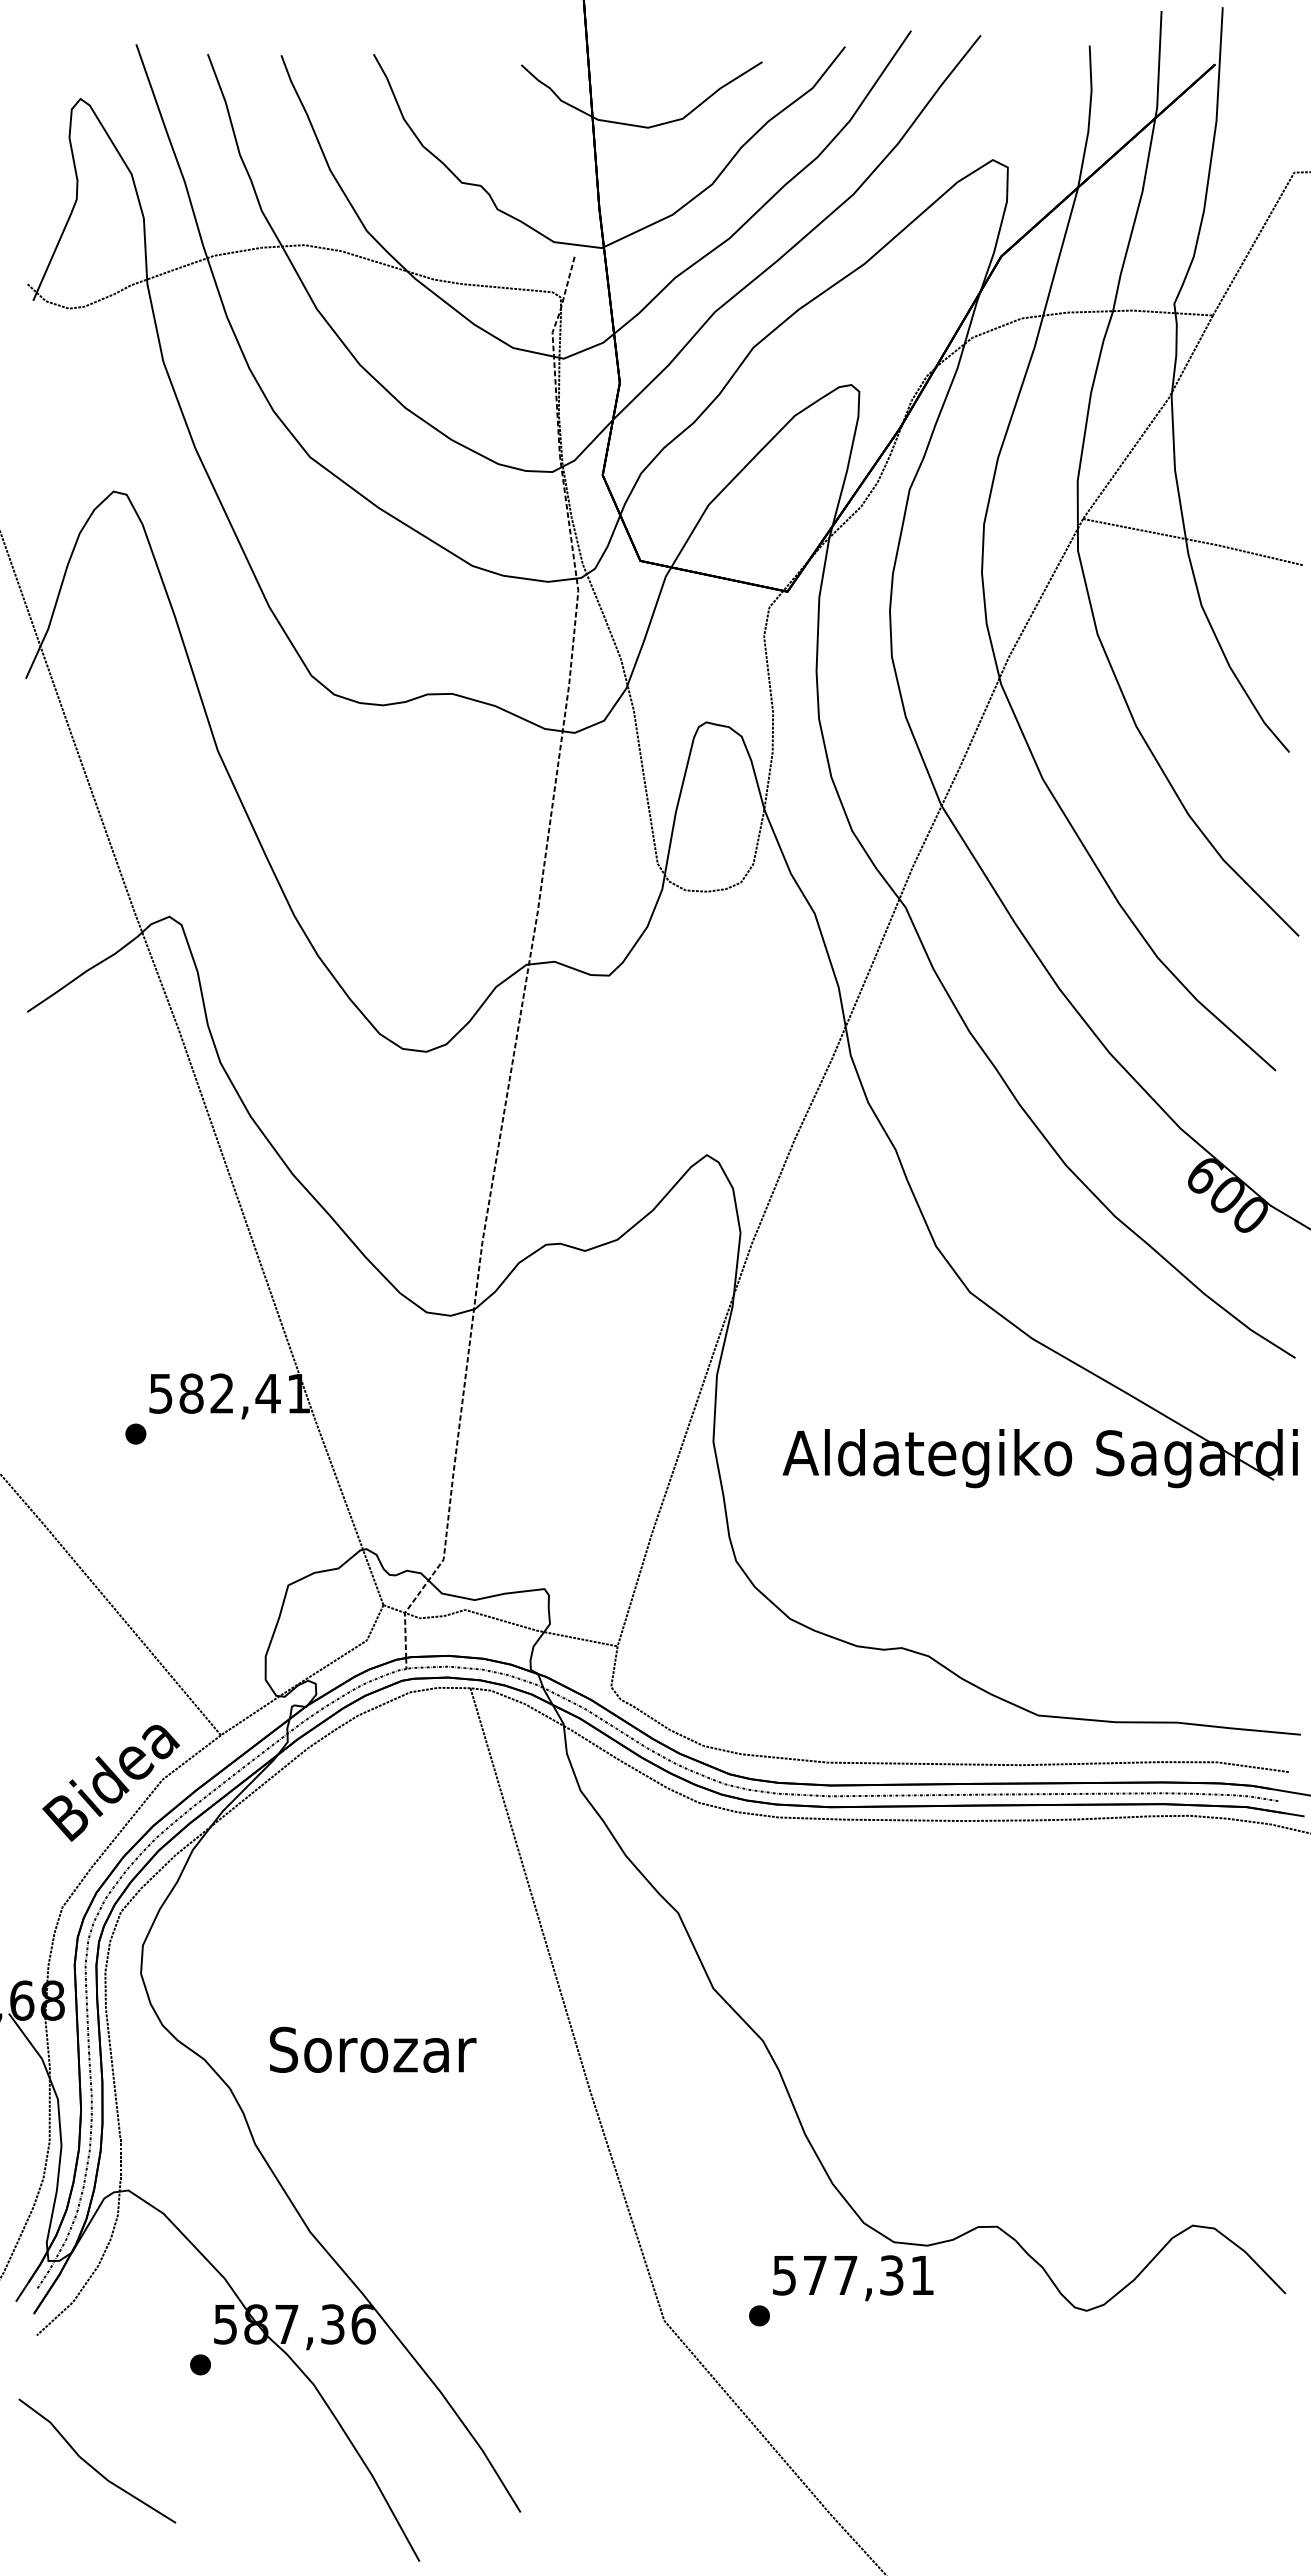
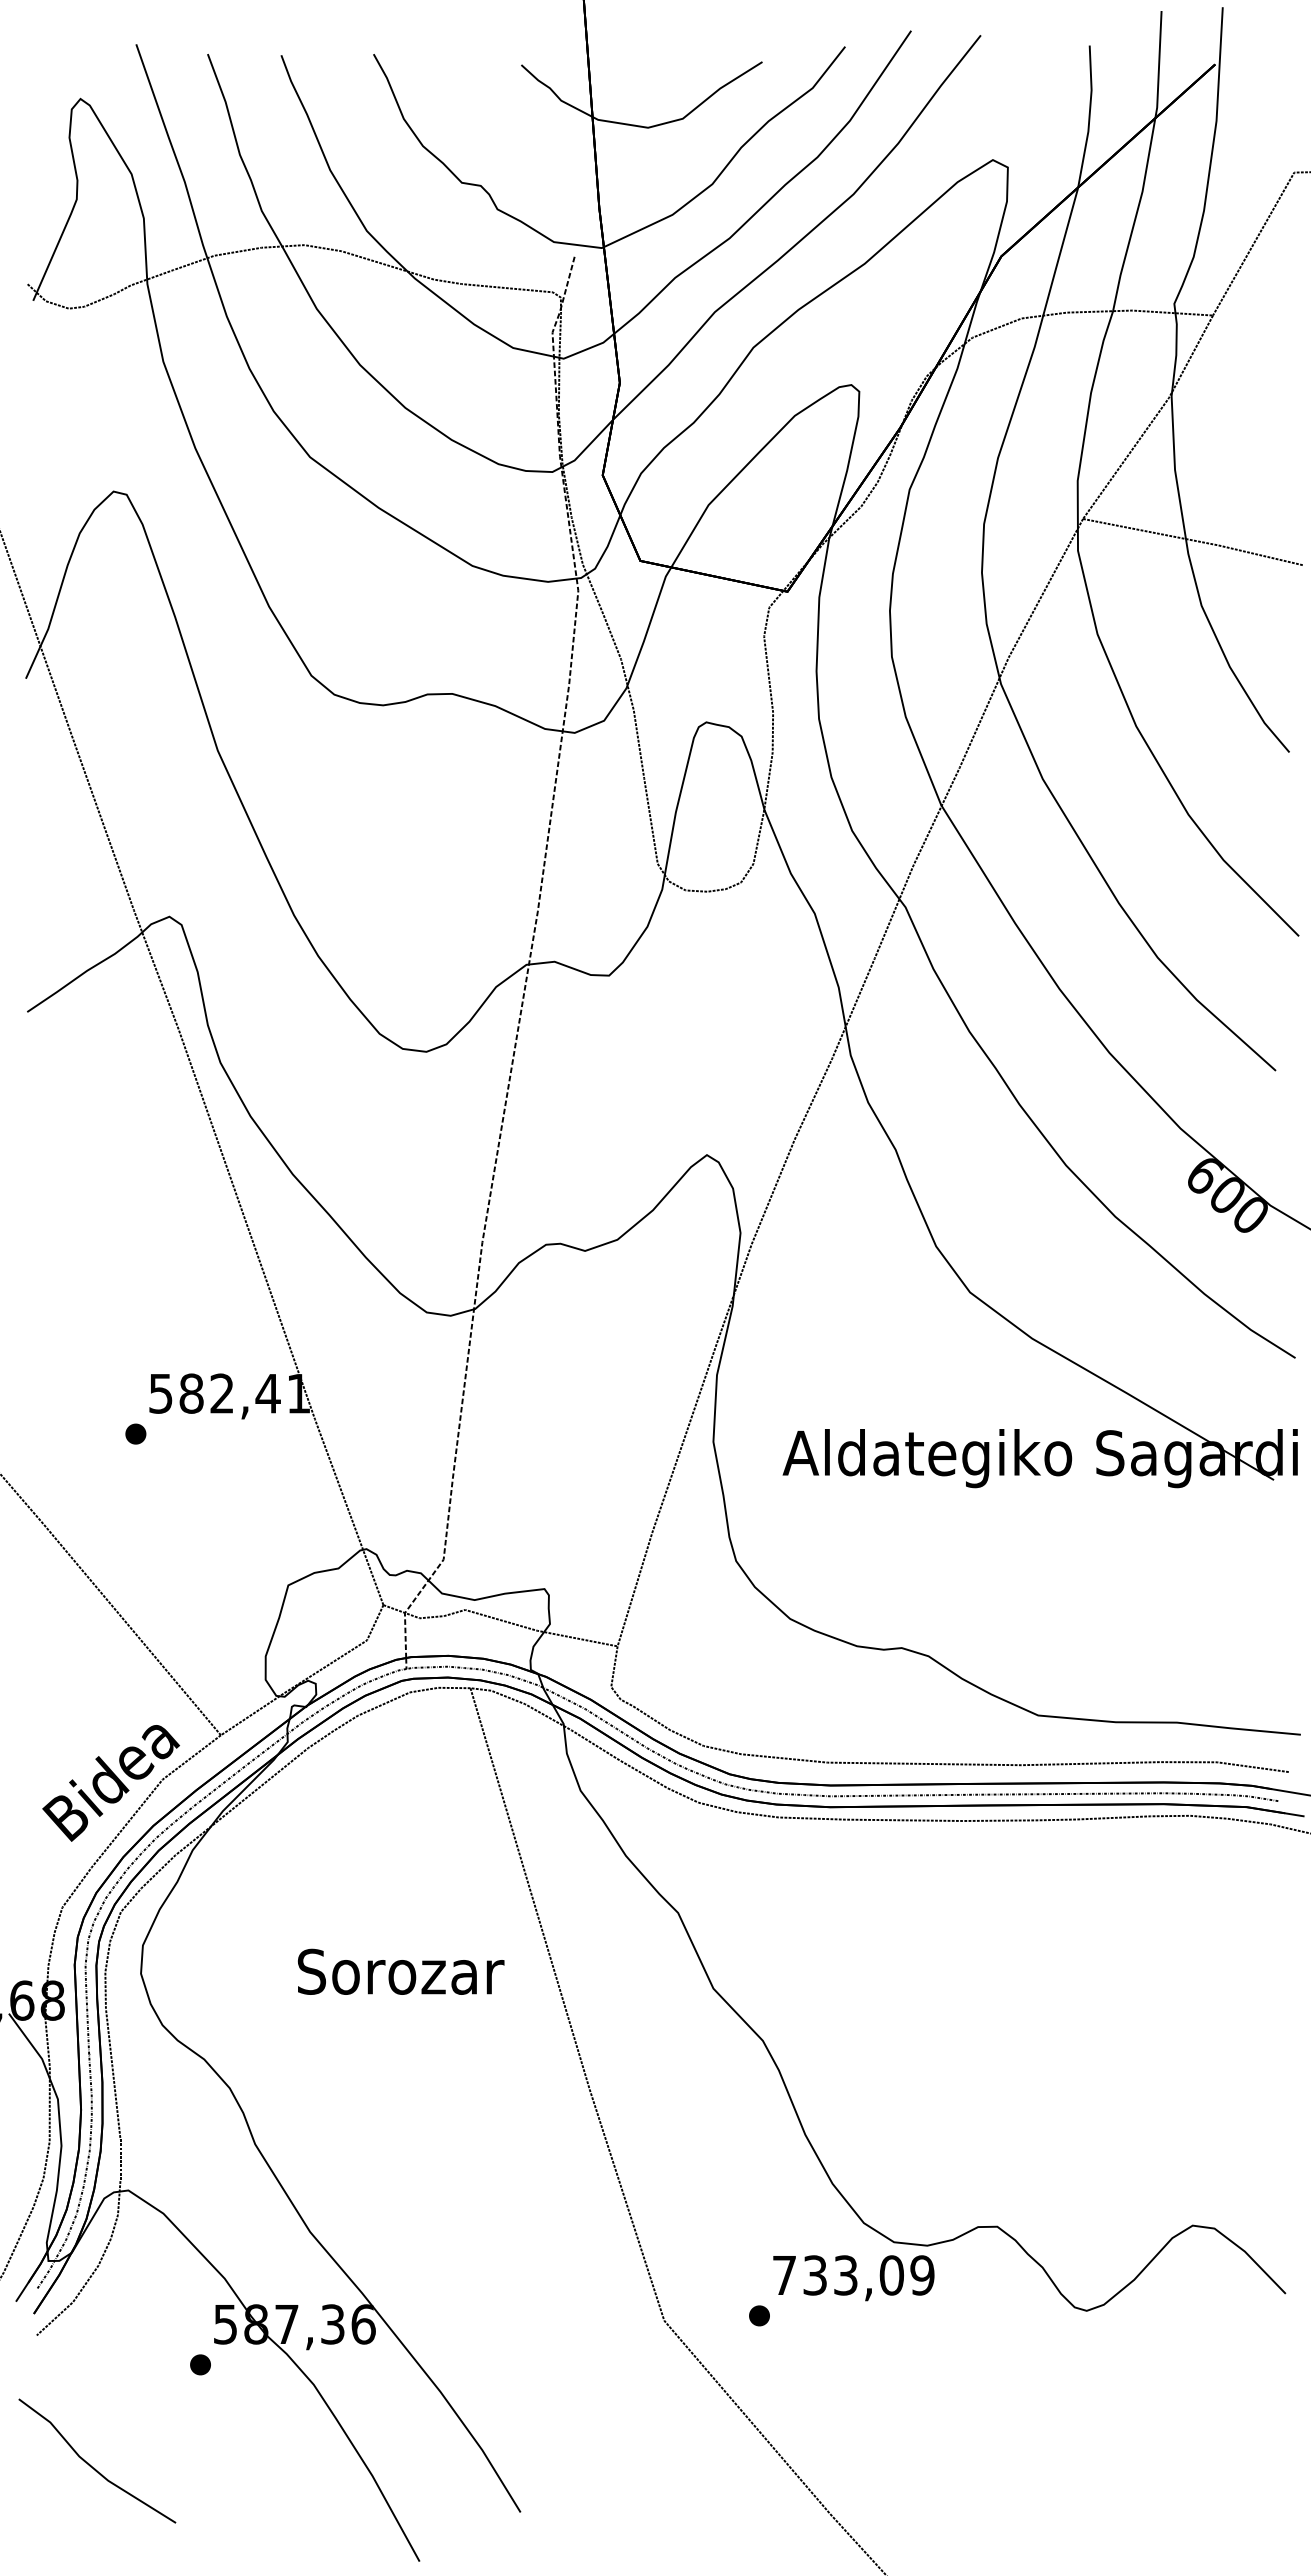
text at (372, 2049) position: (372, 2049) -> (400, 1971)
text at (853, 2275): 577,31 -> 733,09
